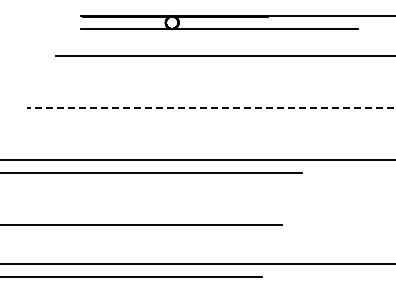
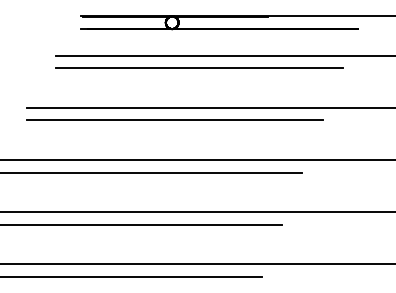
line at (199, 68): none -> present
line at (211, 107): dashed -> solid
line at (174, 120): none -> present
line at (197, 211): none -> present
